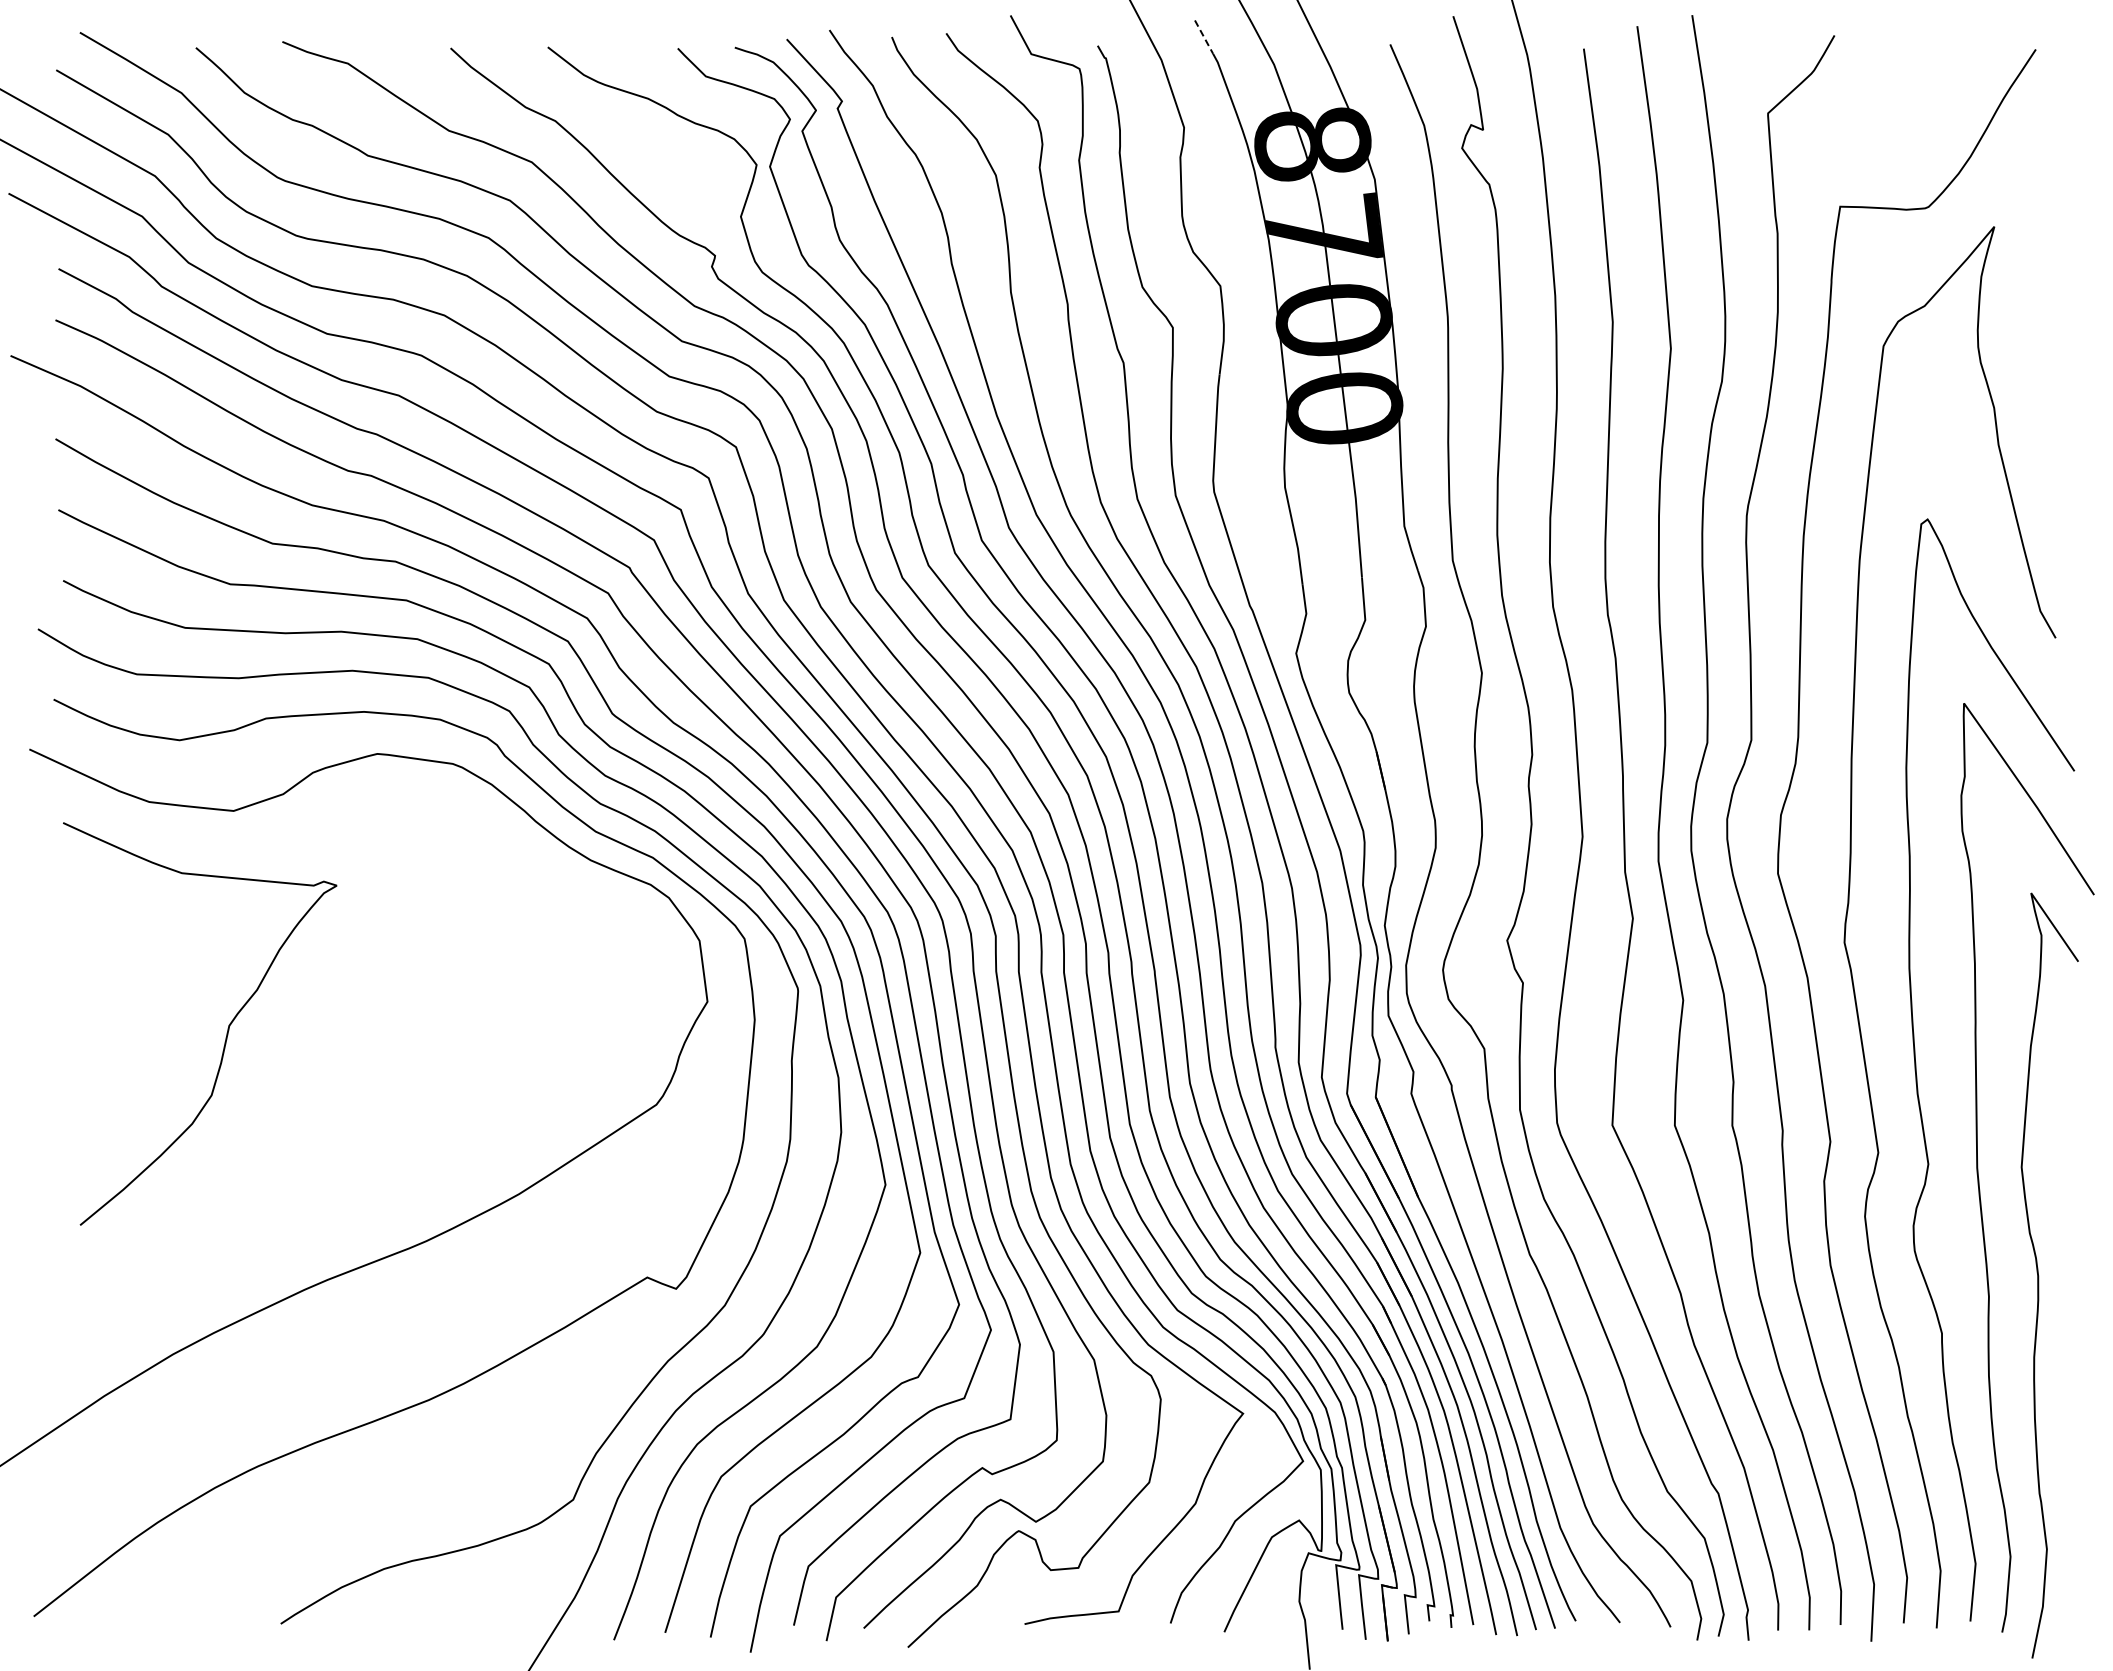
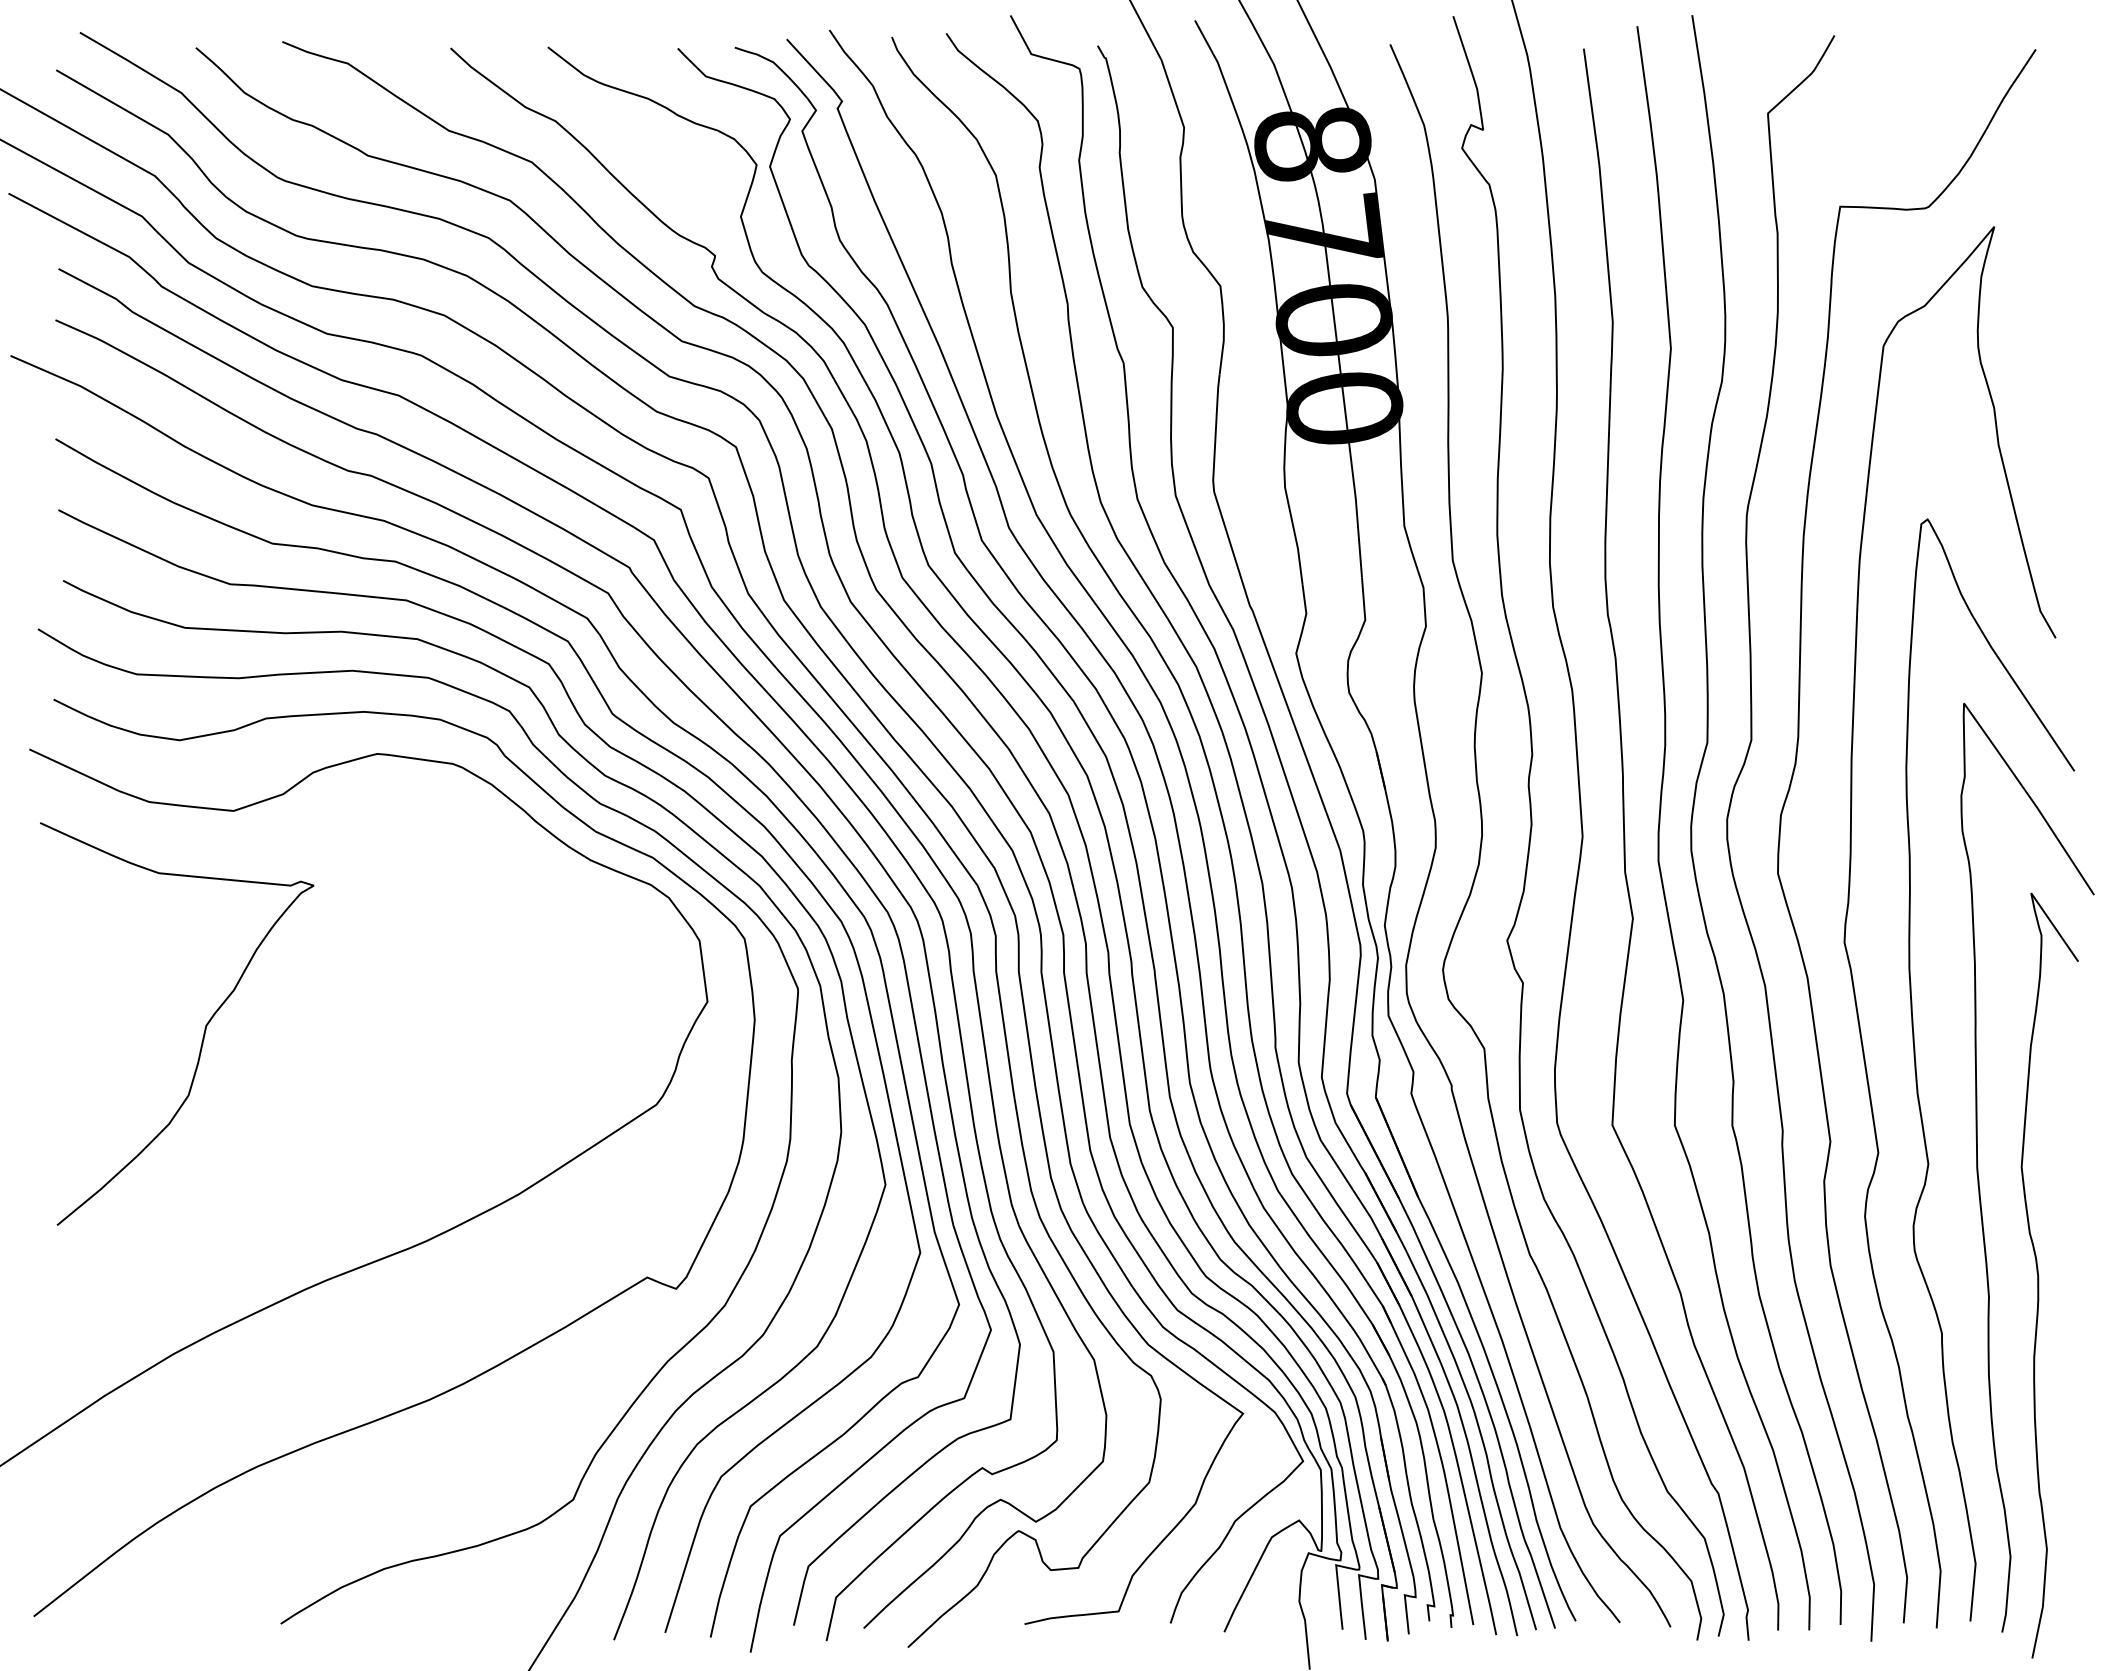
line at (1204, 37): dashed -> solid
curve at (227, 1028) position: (227, 1028) -> (204, 1028)
